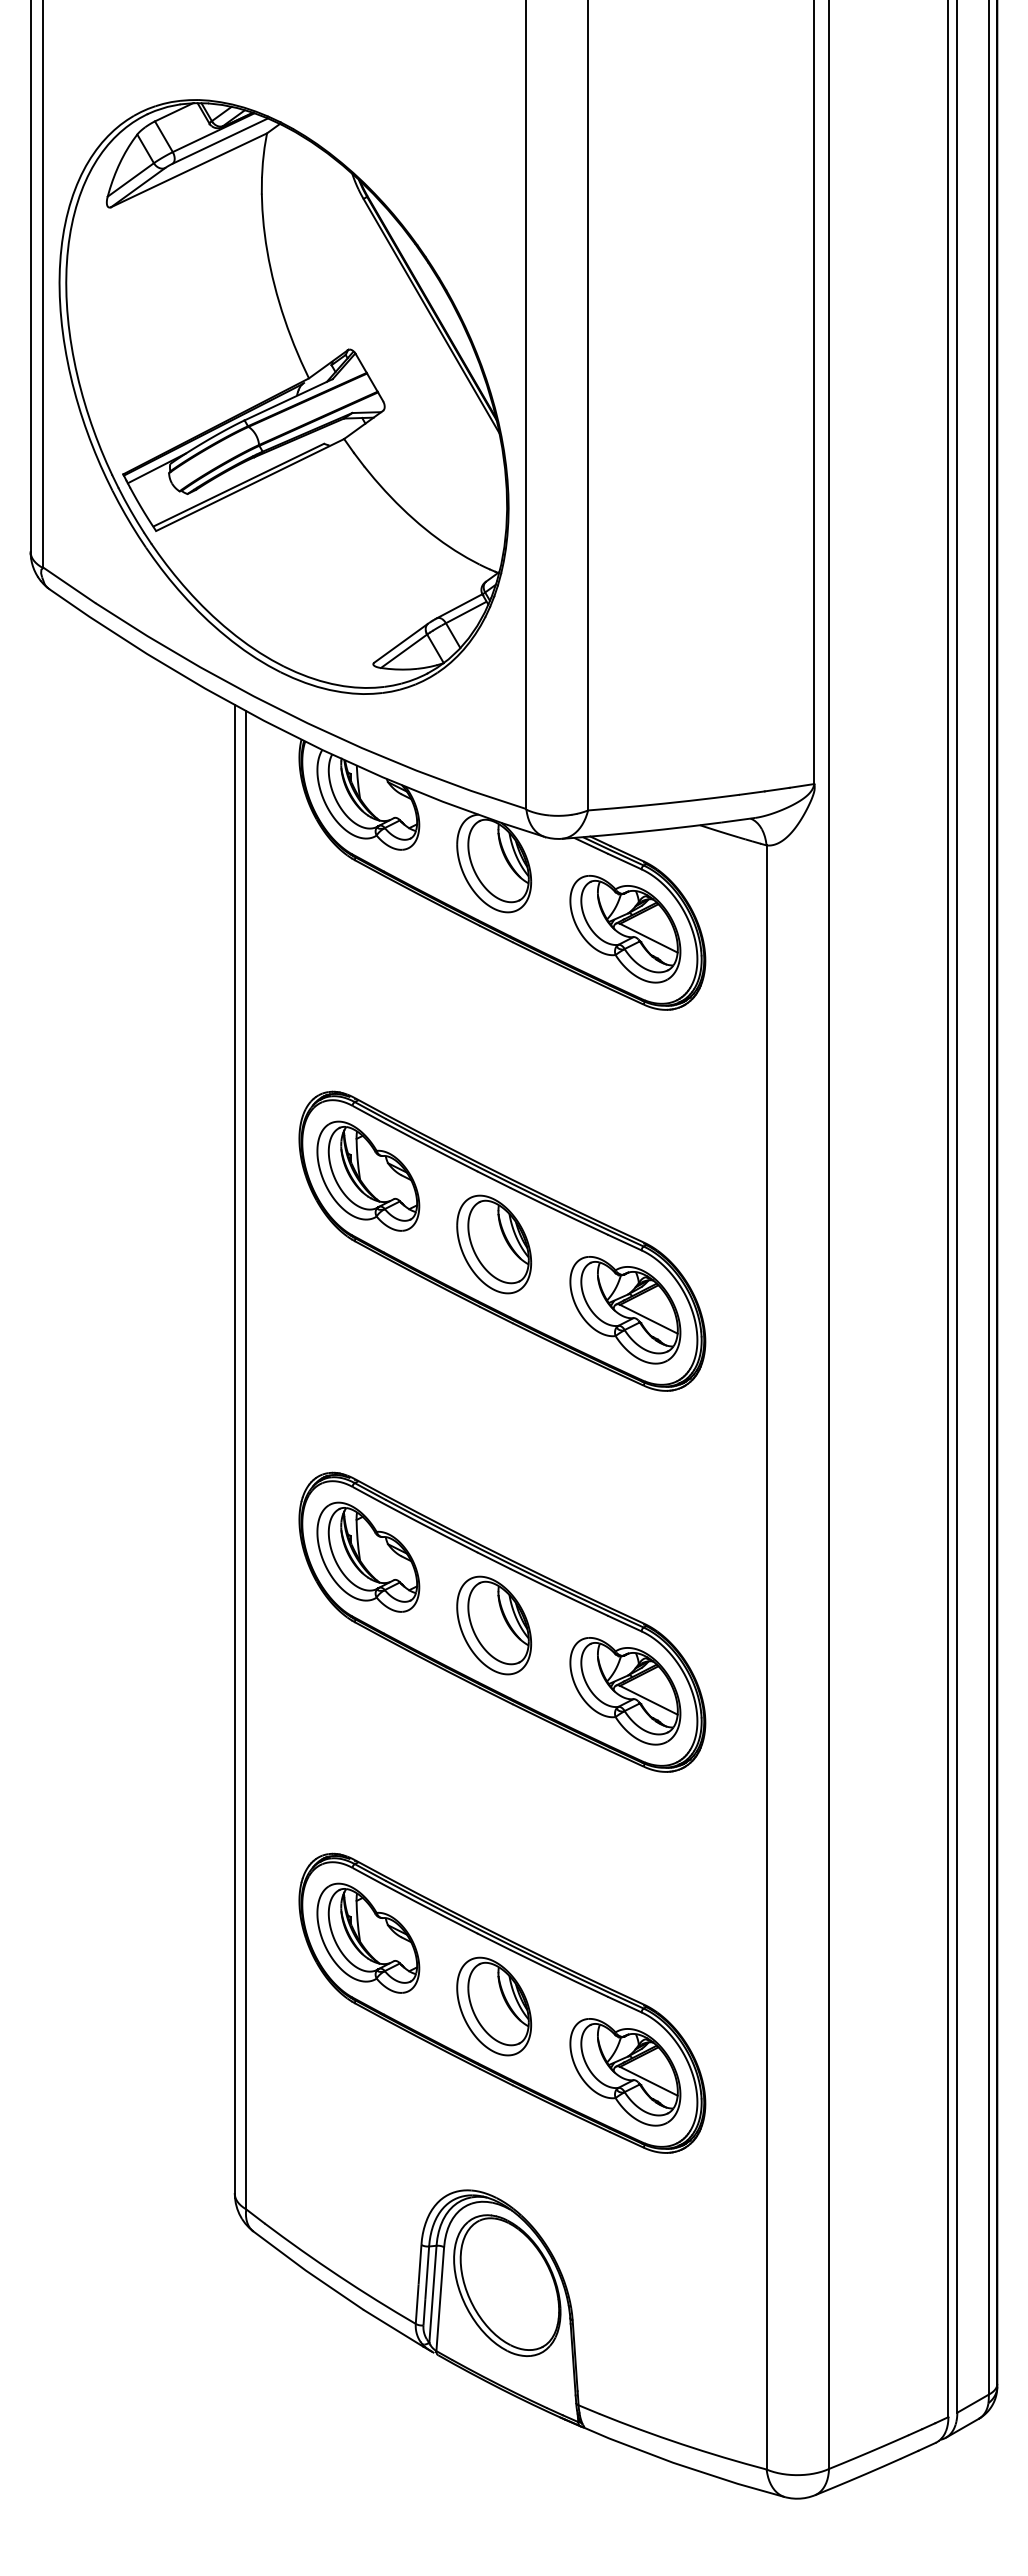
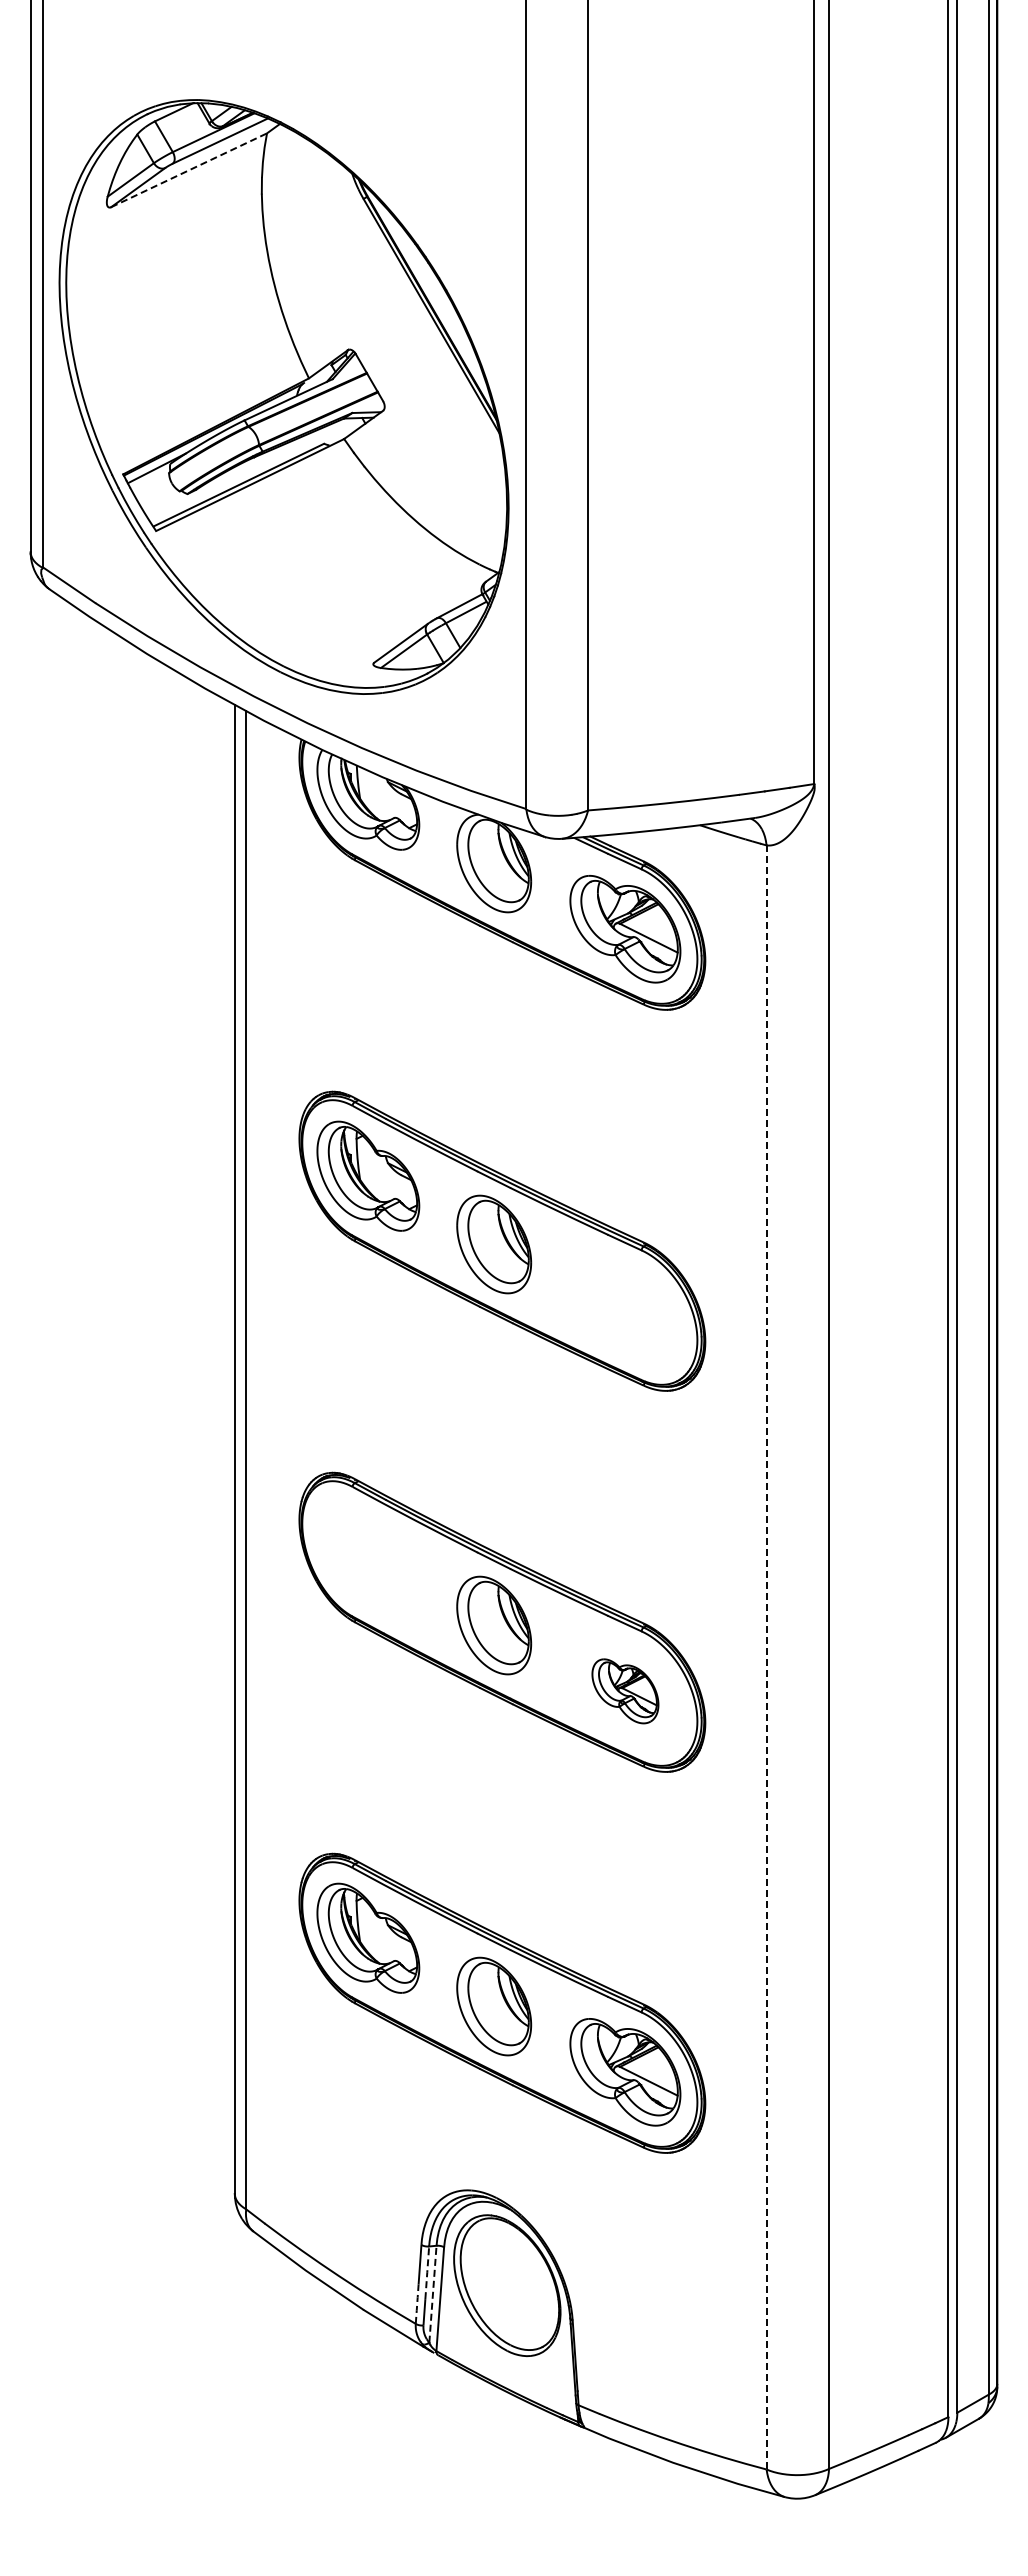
line at (189, 170): solid -> dashed
part at (625, 1310): present -> none
part at (368, 1556): present -> none
line at (766, 1657): solid -> dashed
part at (625, 1691) size: 113x109 px -> 69x67 px
line at (427, 2271): solid -> dashed
line at (432, 2294): solid -> dashed
line at (417, 2304): solid -> dashed
